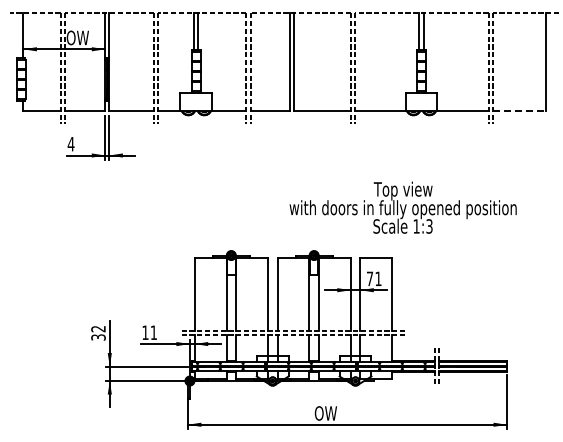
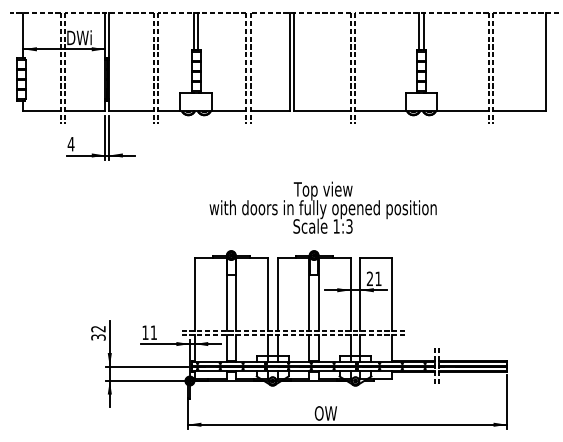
text at (78, 37): OW -> DWi
line at (519, 111): dashed -> solid
text at (402, 207) position: (402, 207) -> (322, 207)
text at (369, 278): 71 -> 21
